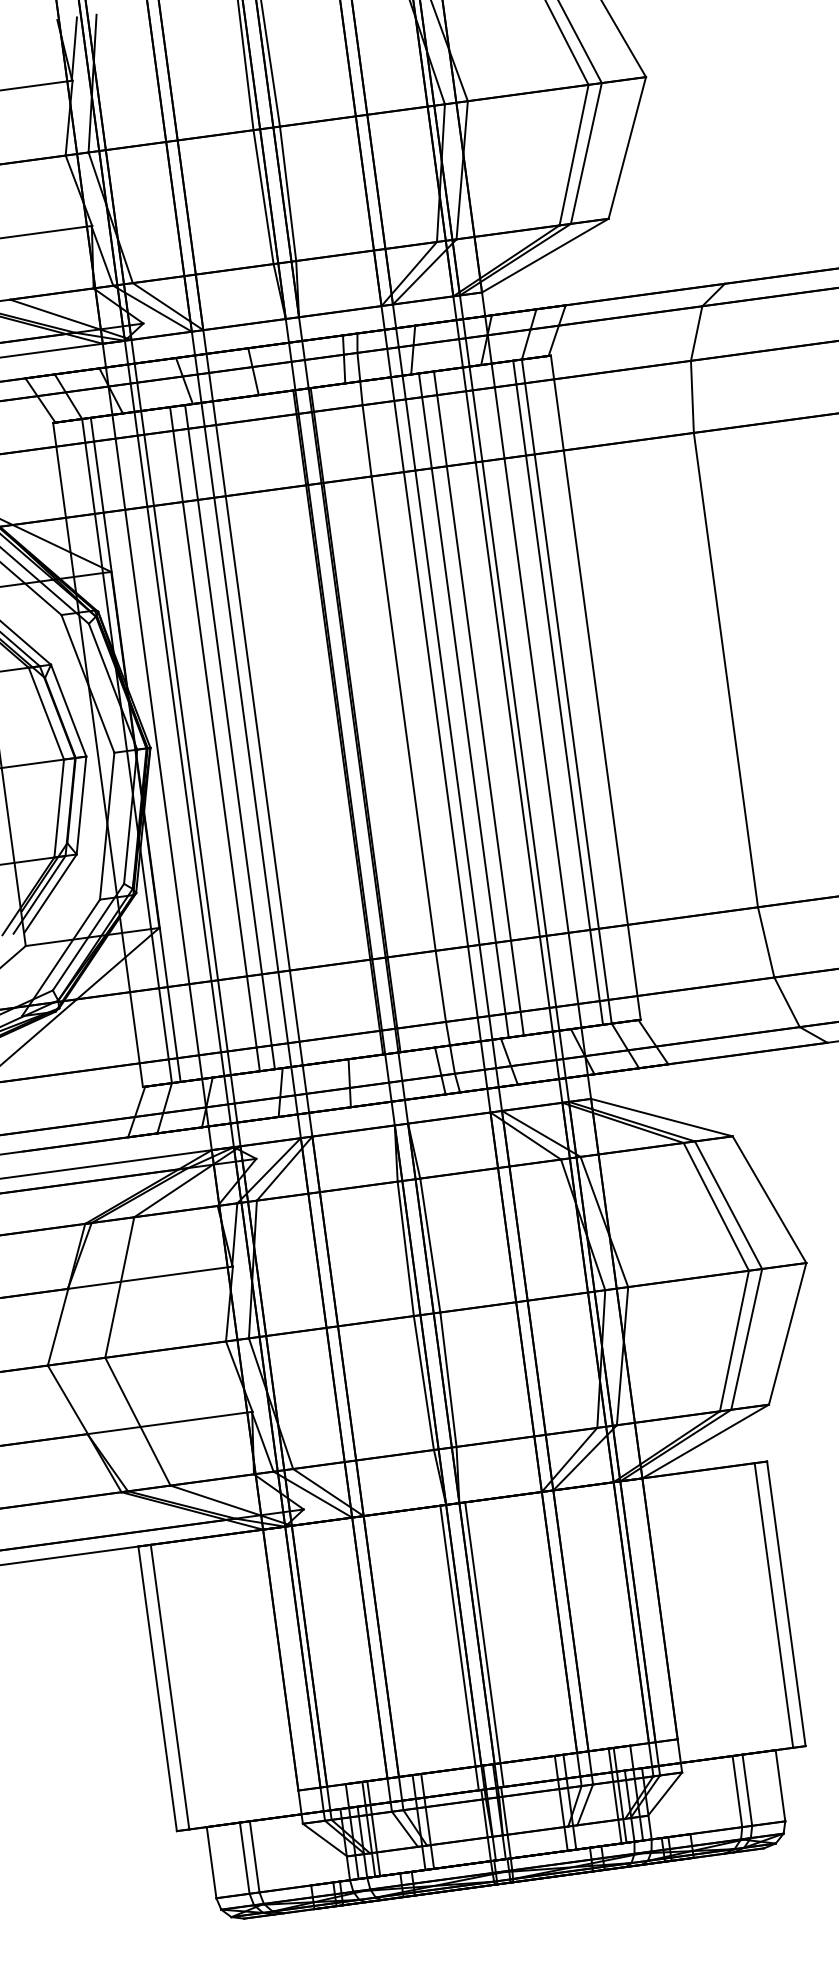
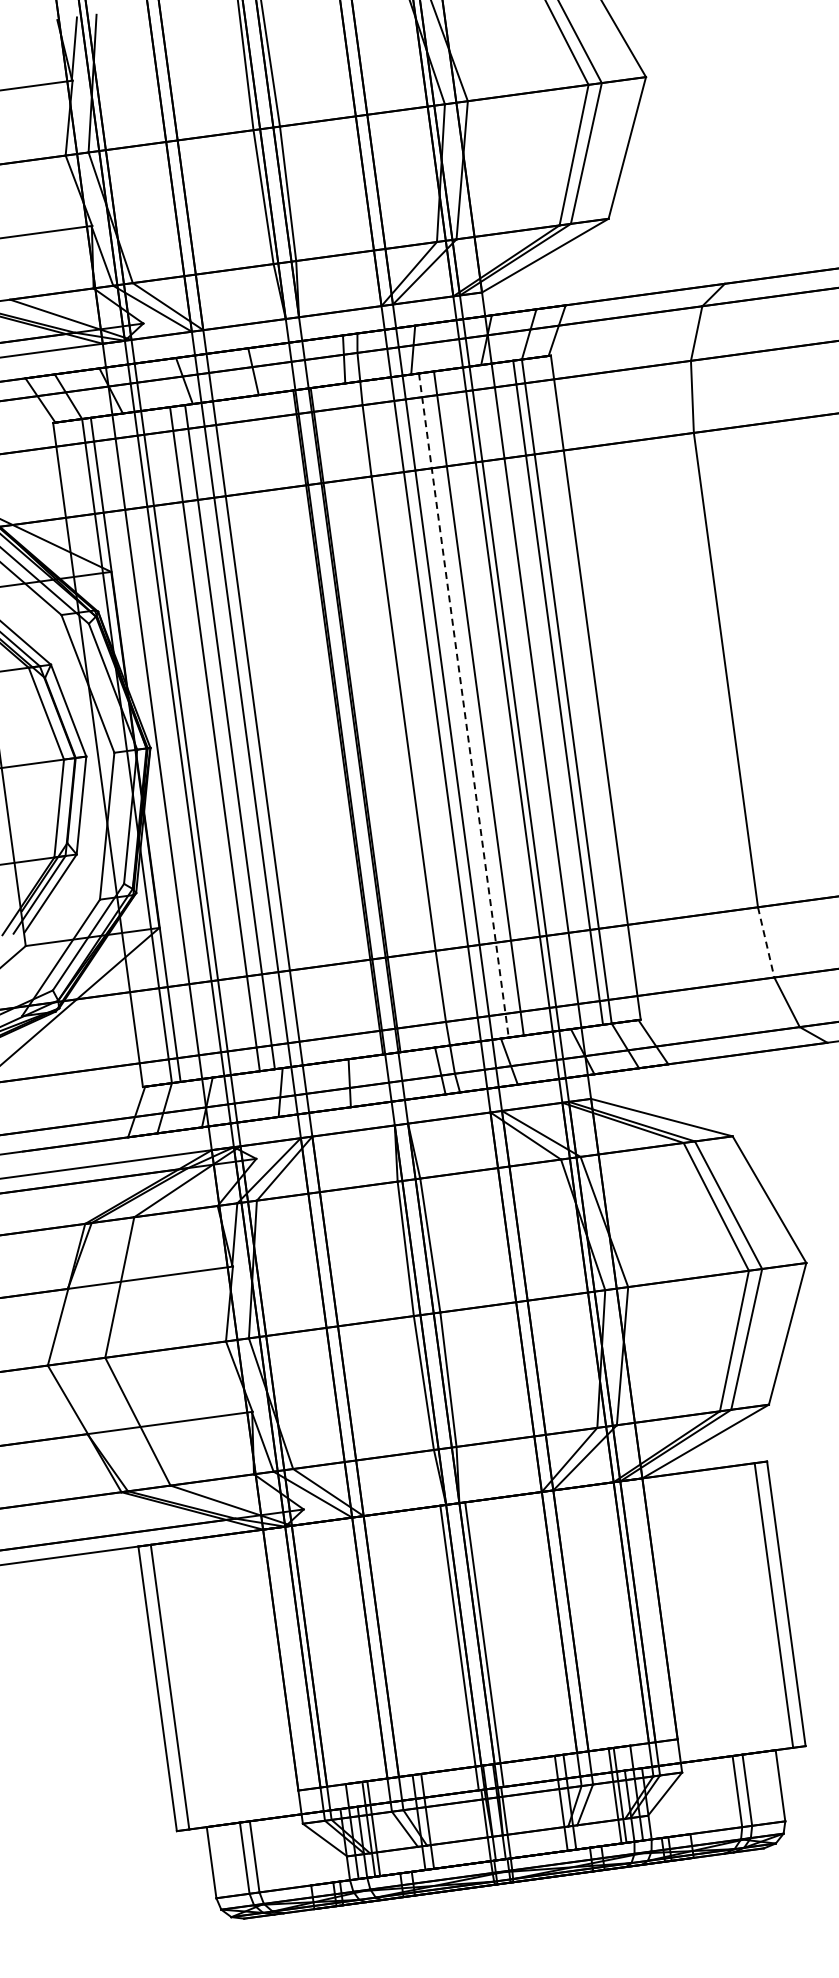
line at (463, 706): solid -> dashed
line at (766, 942): solid -> dashed
